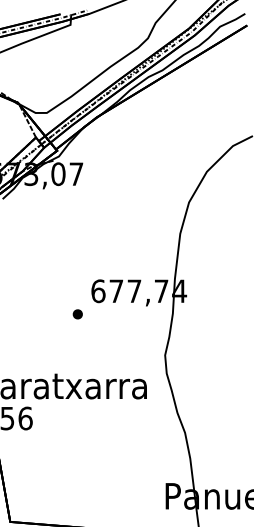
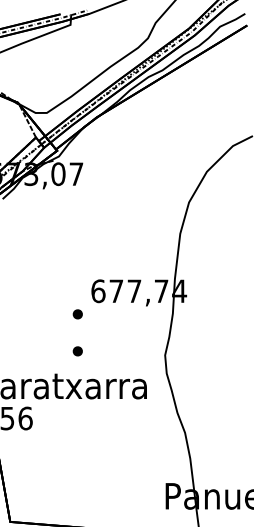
part at (77, 351): none -> present
